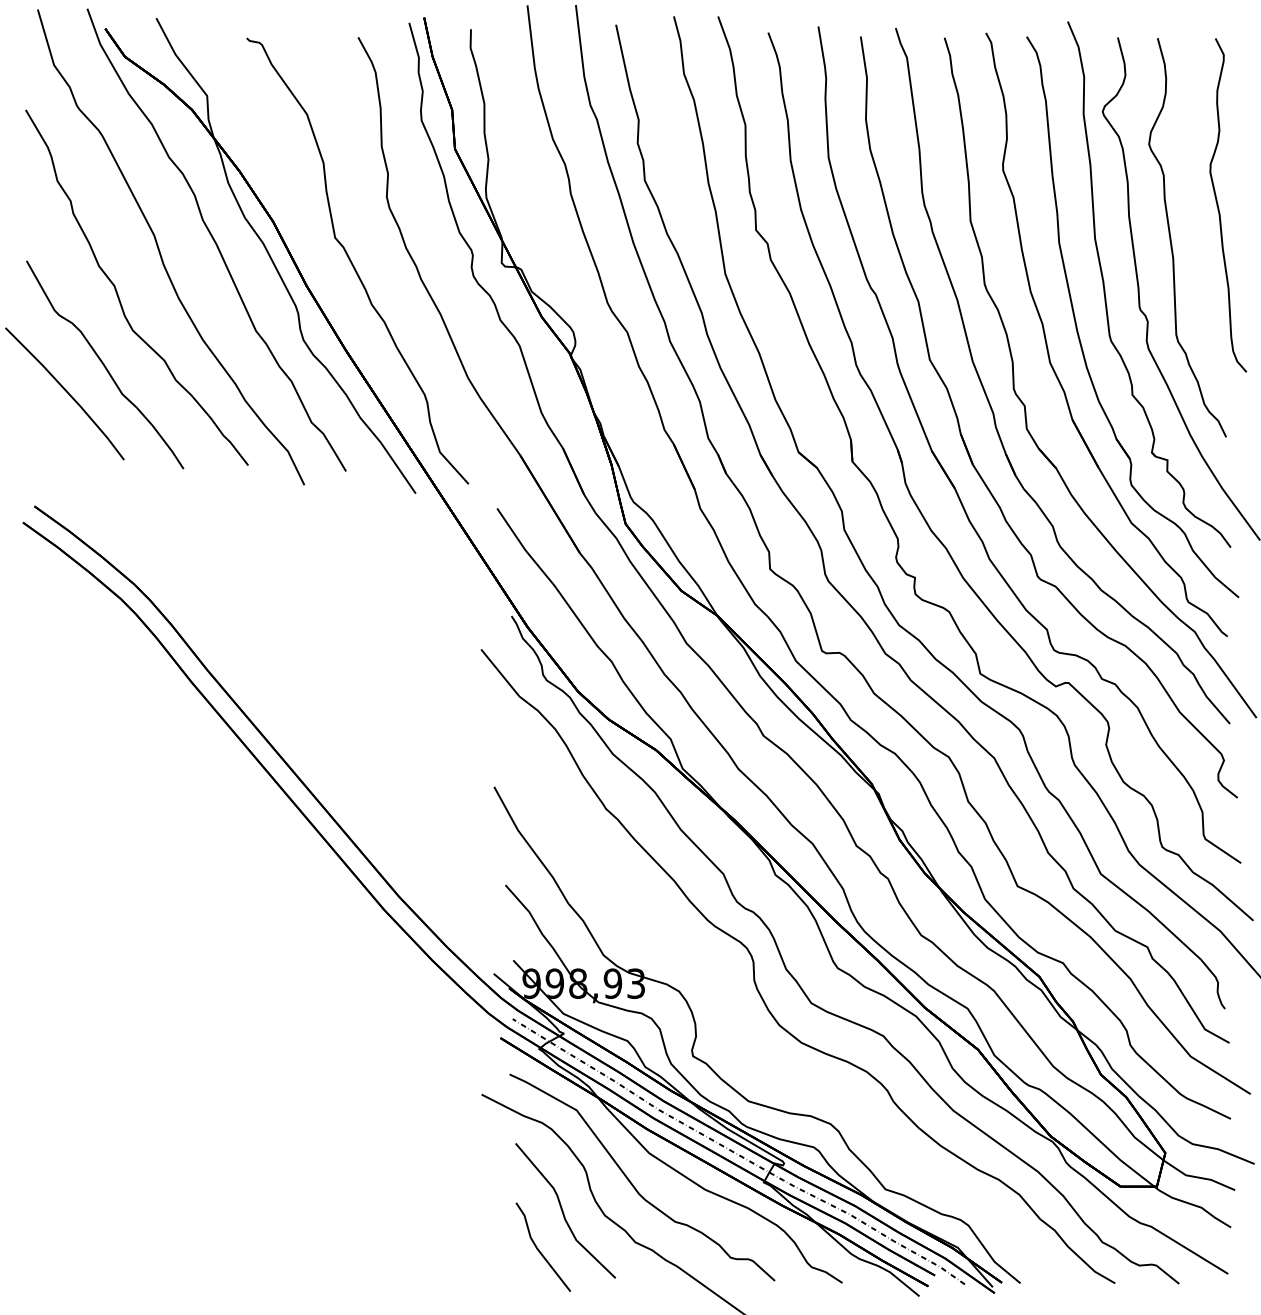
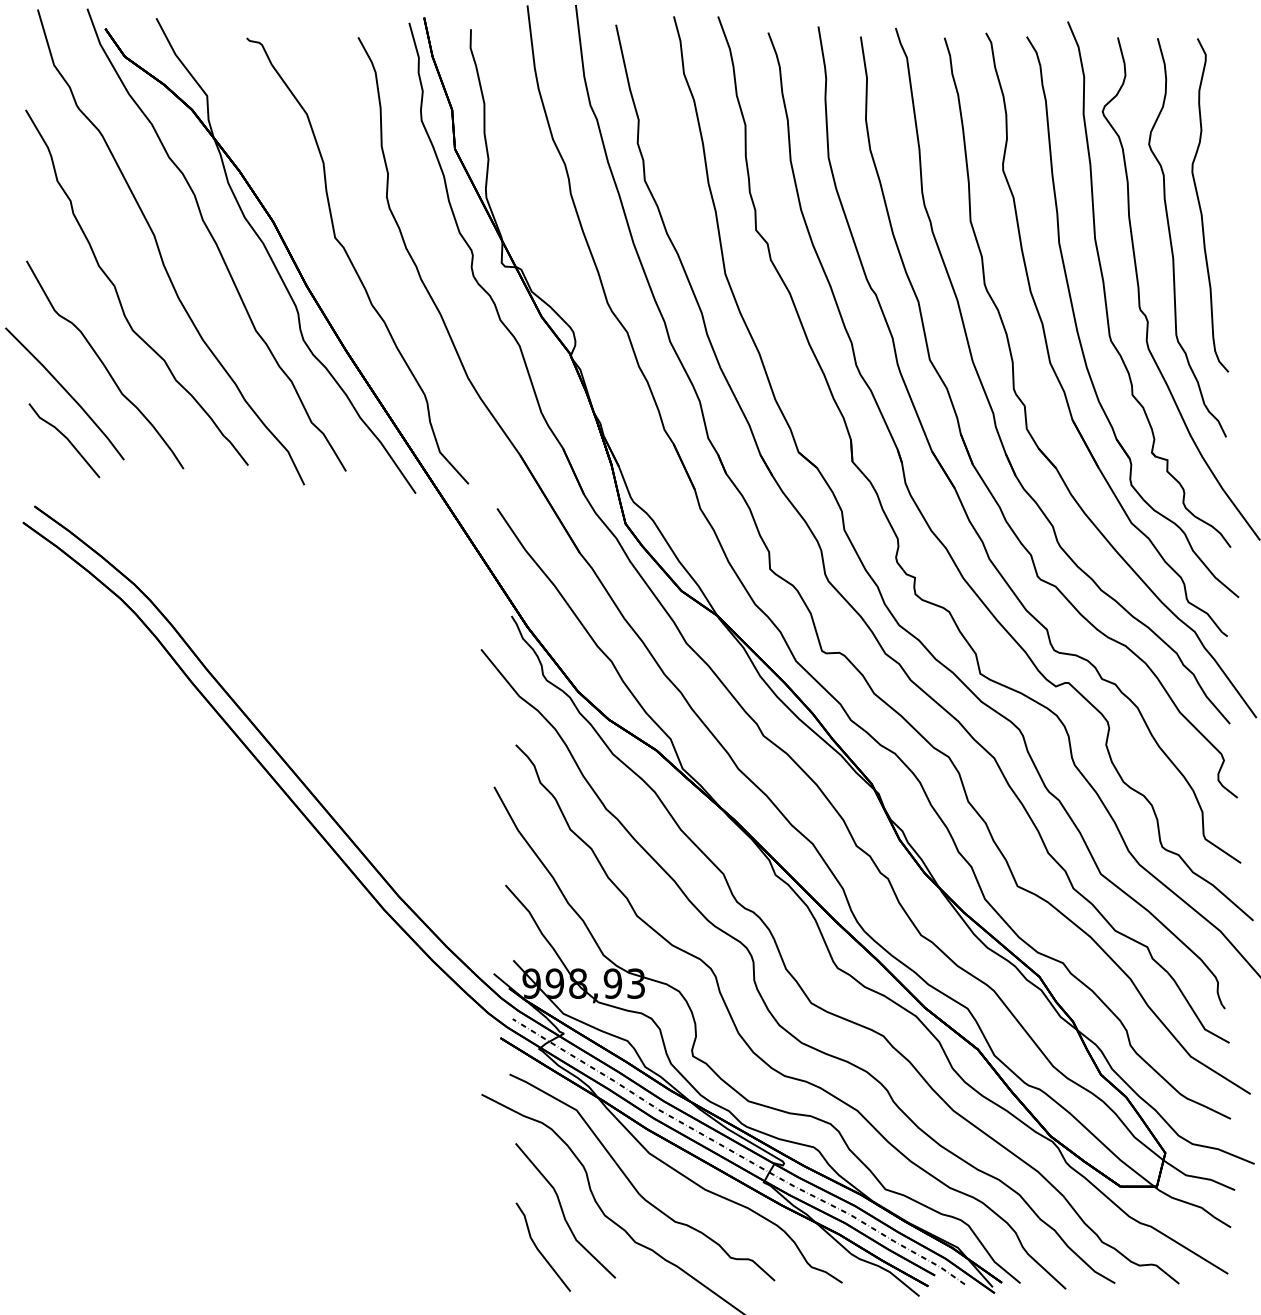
curve at (1219, 208) position: (1219, 208) -> (1201, 208)
line at (65, 438): none -> present
curve at (749, 1045): none -> present
